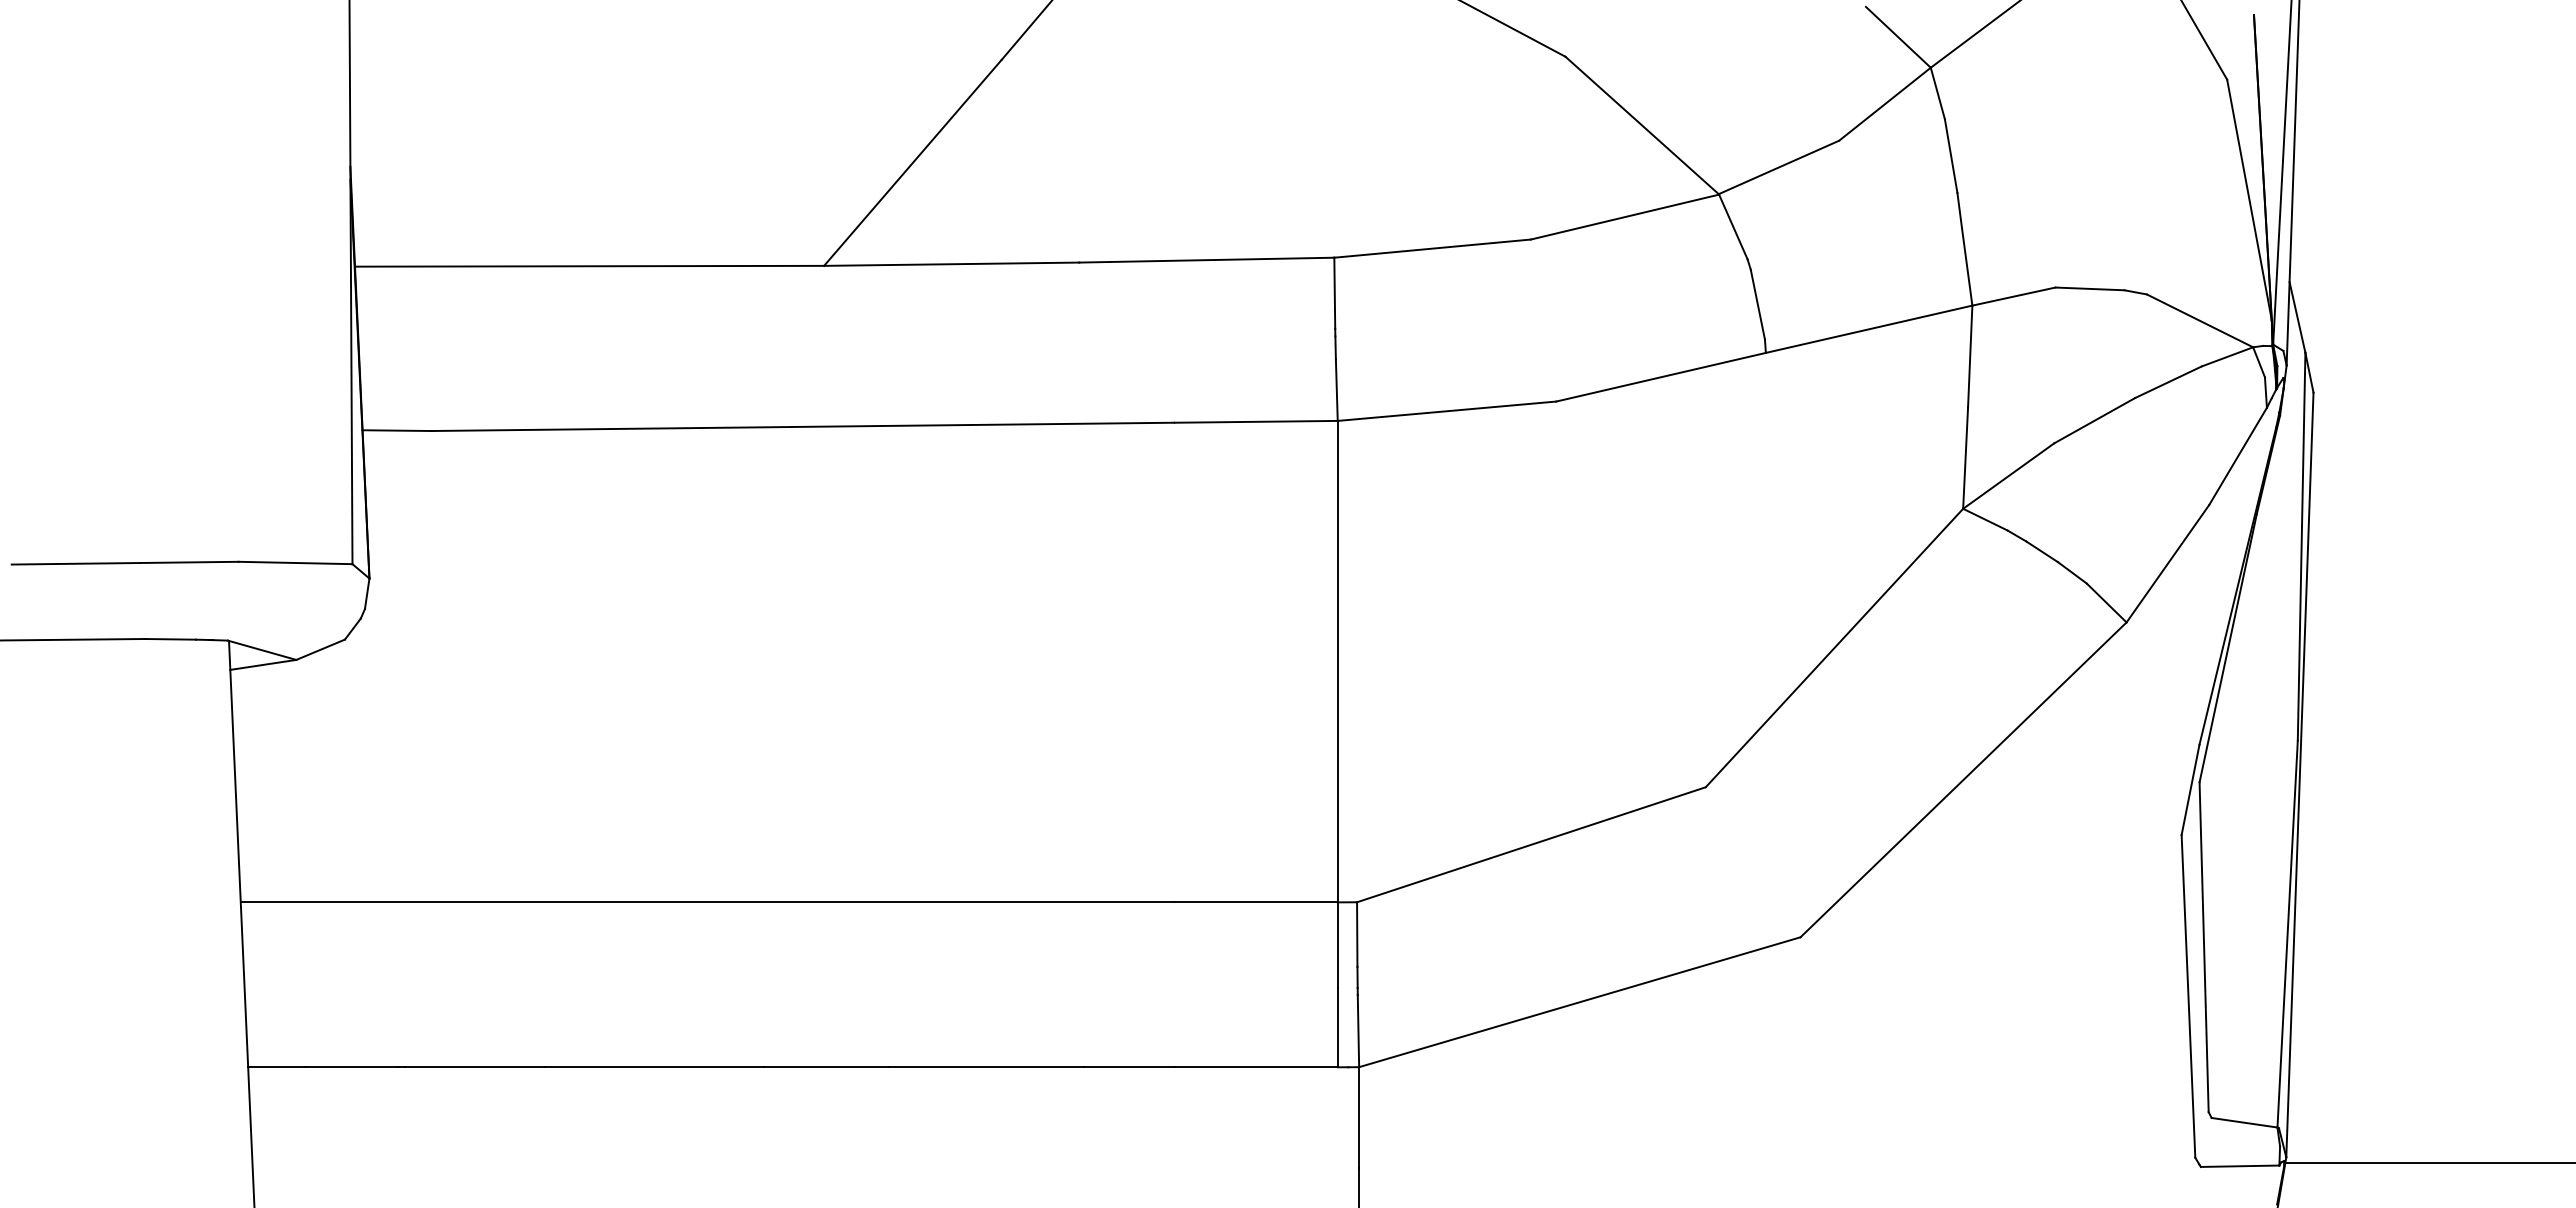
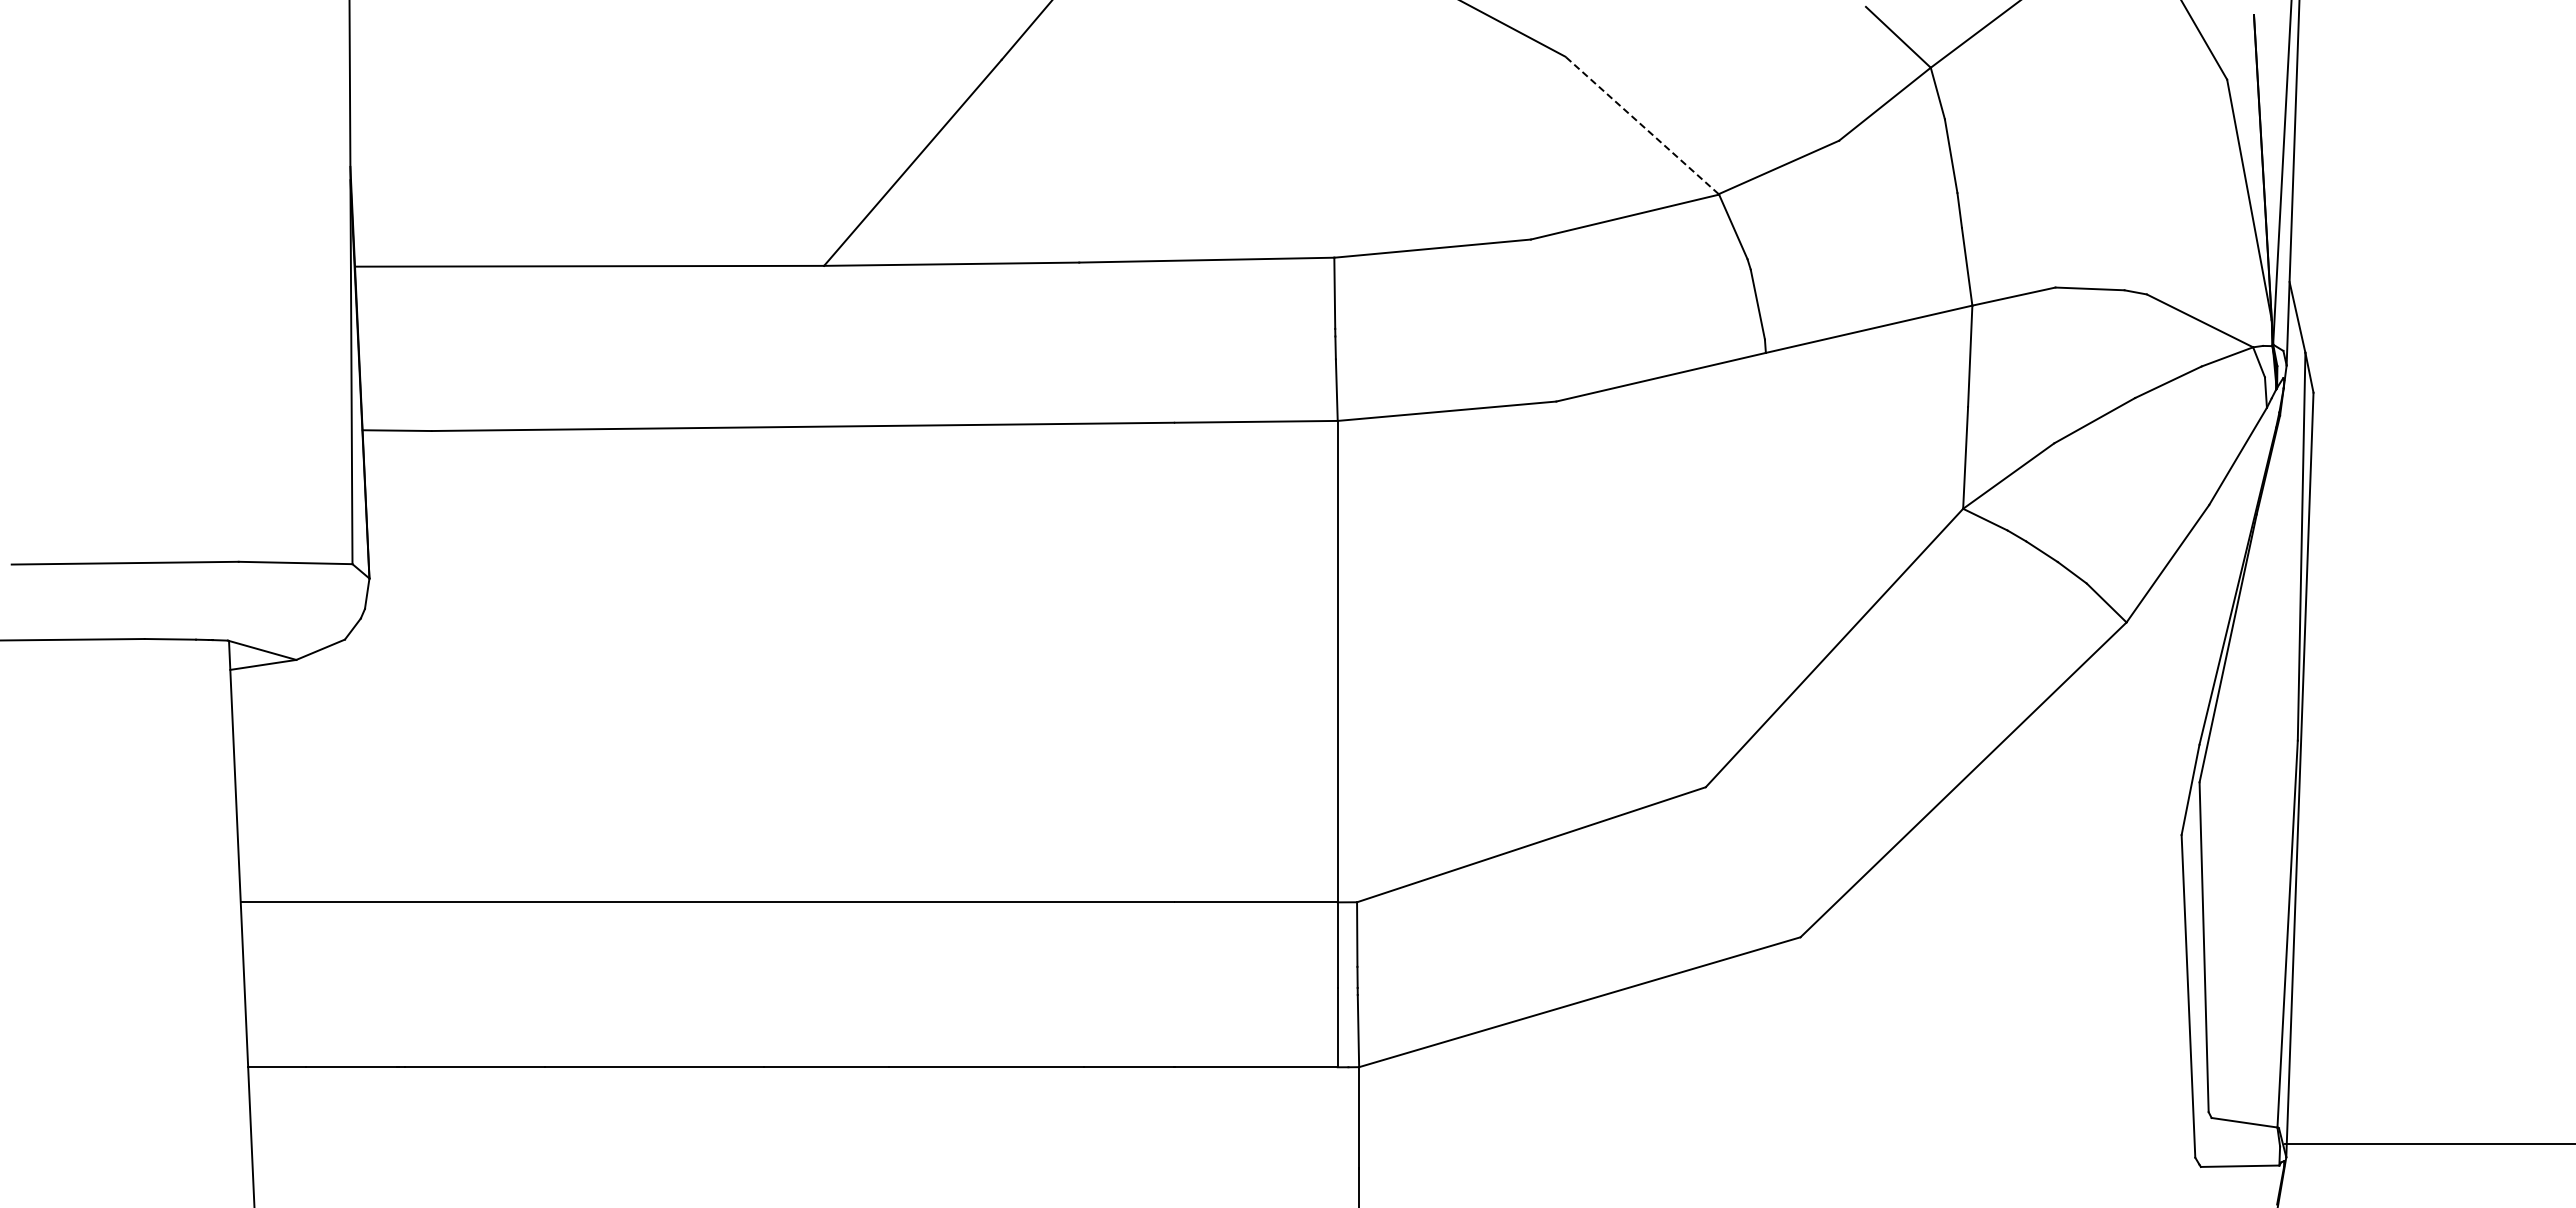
line at (1642, 125): solid -> dashed
line at (2428, 1163) position: (2428, 1163) -> (2428, 1144)
